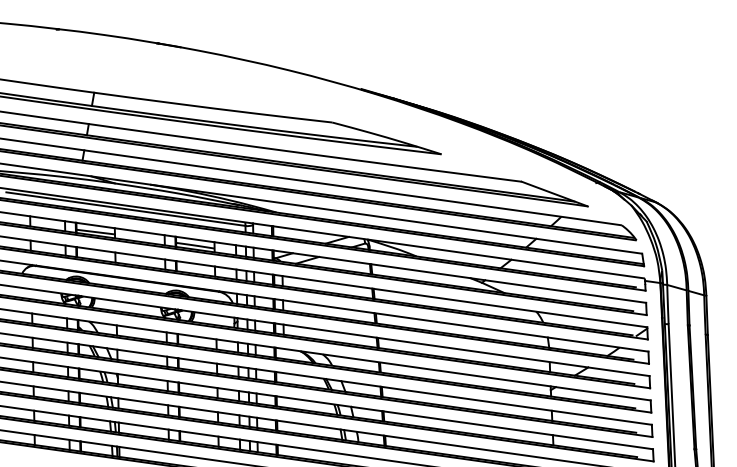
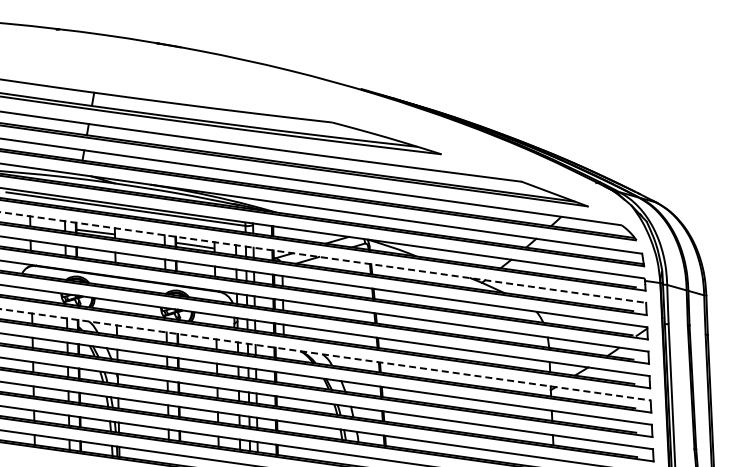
line at (323, 257): solid -> dashed
line at (325, 354): solid -> dashed
